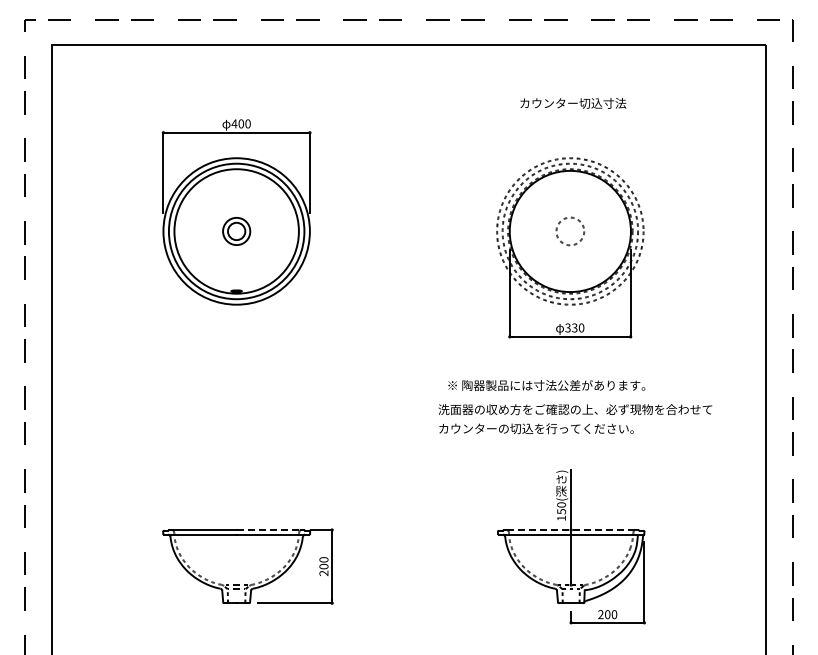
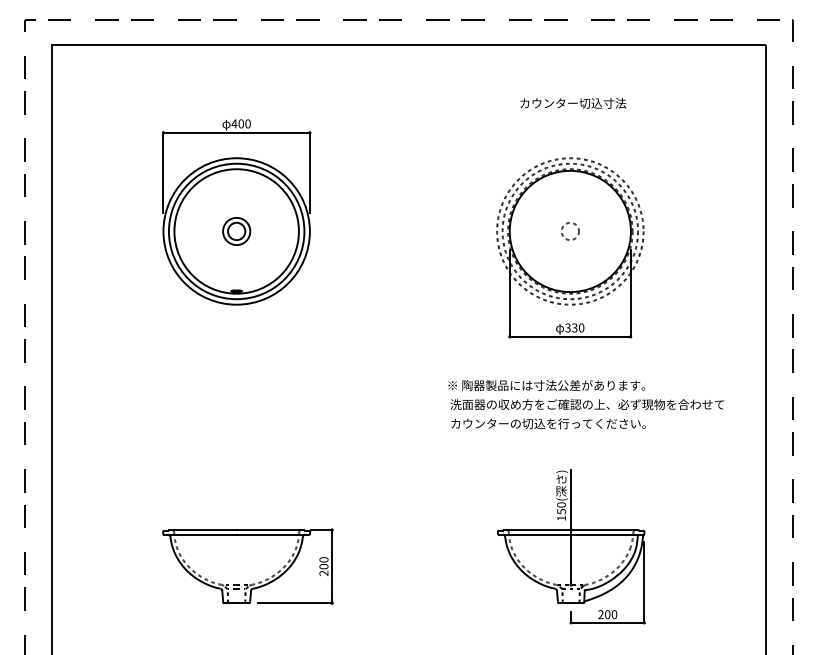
circle at (570, 231) diameter: 28 px -> 17 px
text at (575, 419) position: (575, 419) -> (587, 414)
line at (269, 530): dashed -> solid
line at (571, 530): dashed -> solid
